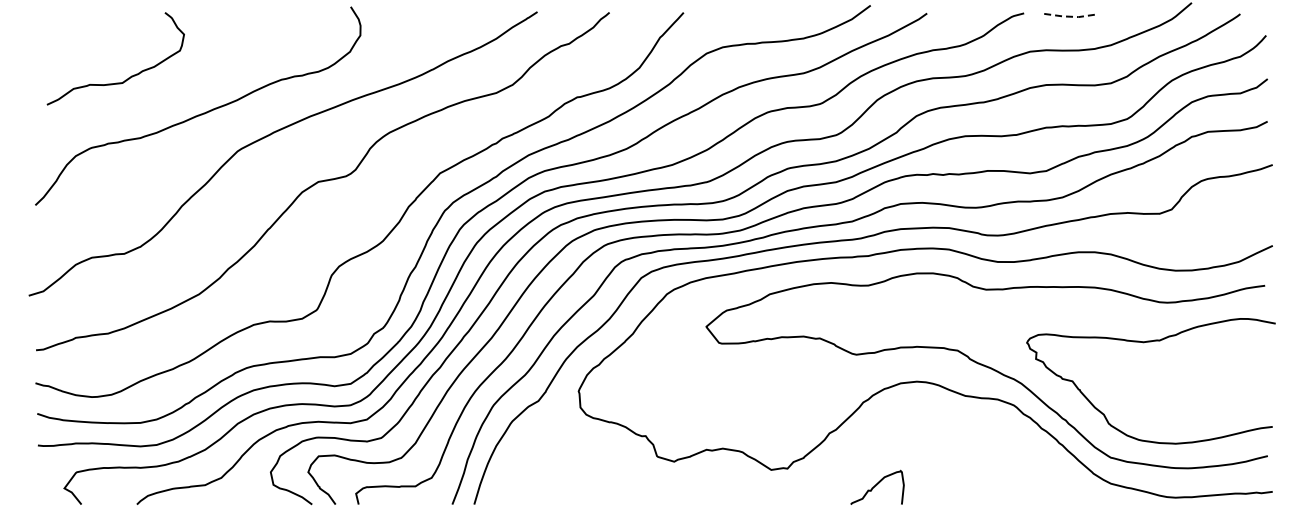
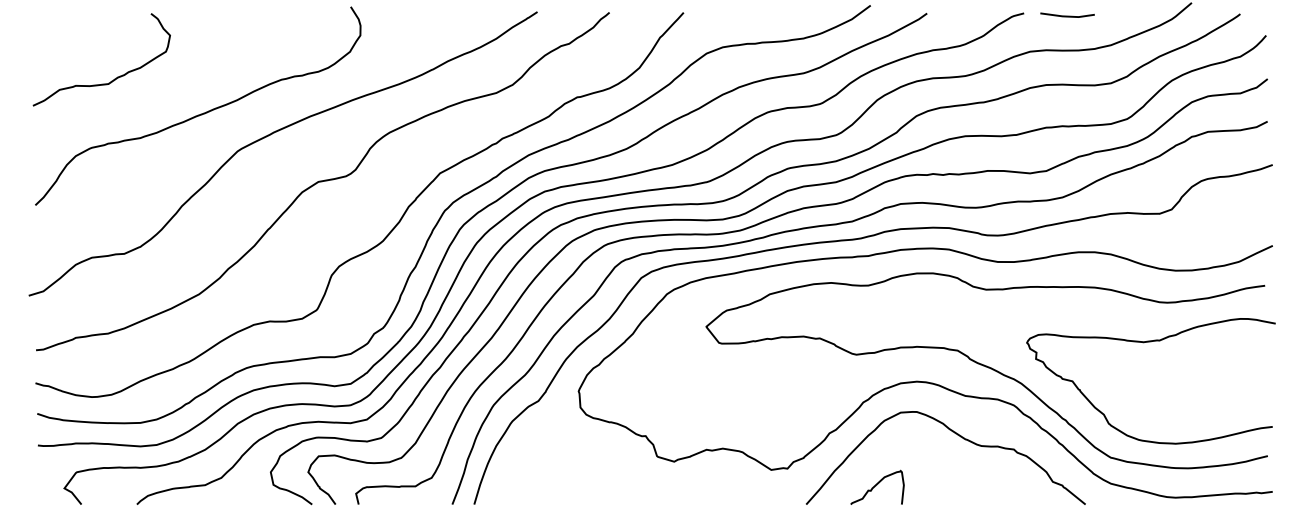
line at (1067, 16): dashed -> solid
curve at (128, 77) position: (128, 77) -> (114, 78)
curve at (960, 437): none -> present
